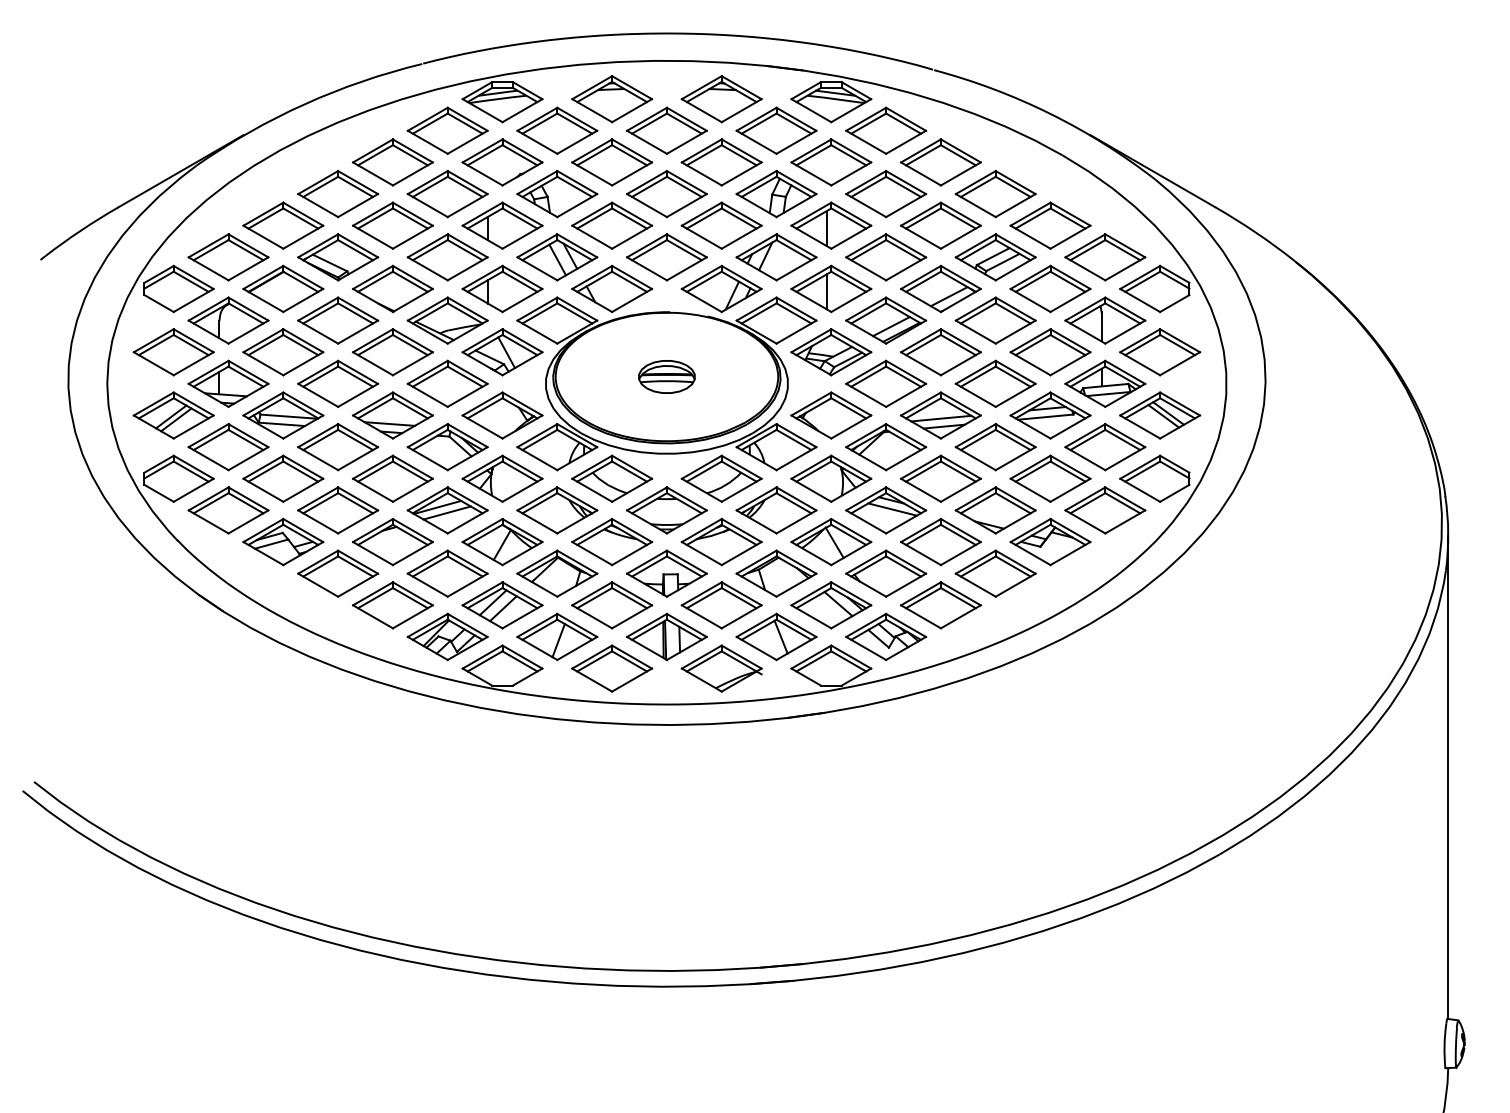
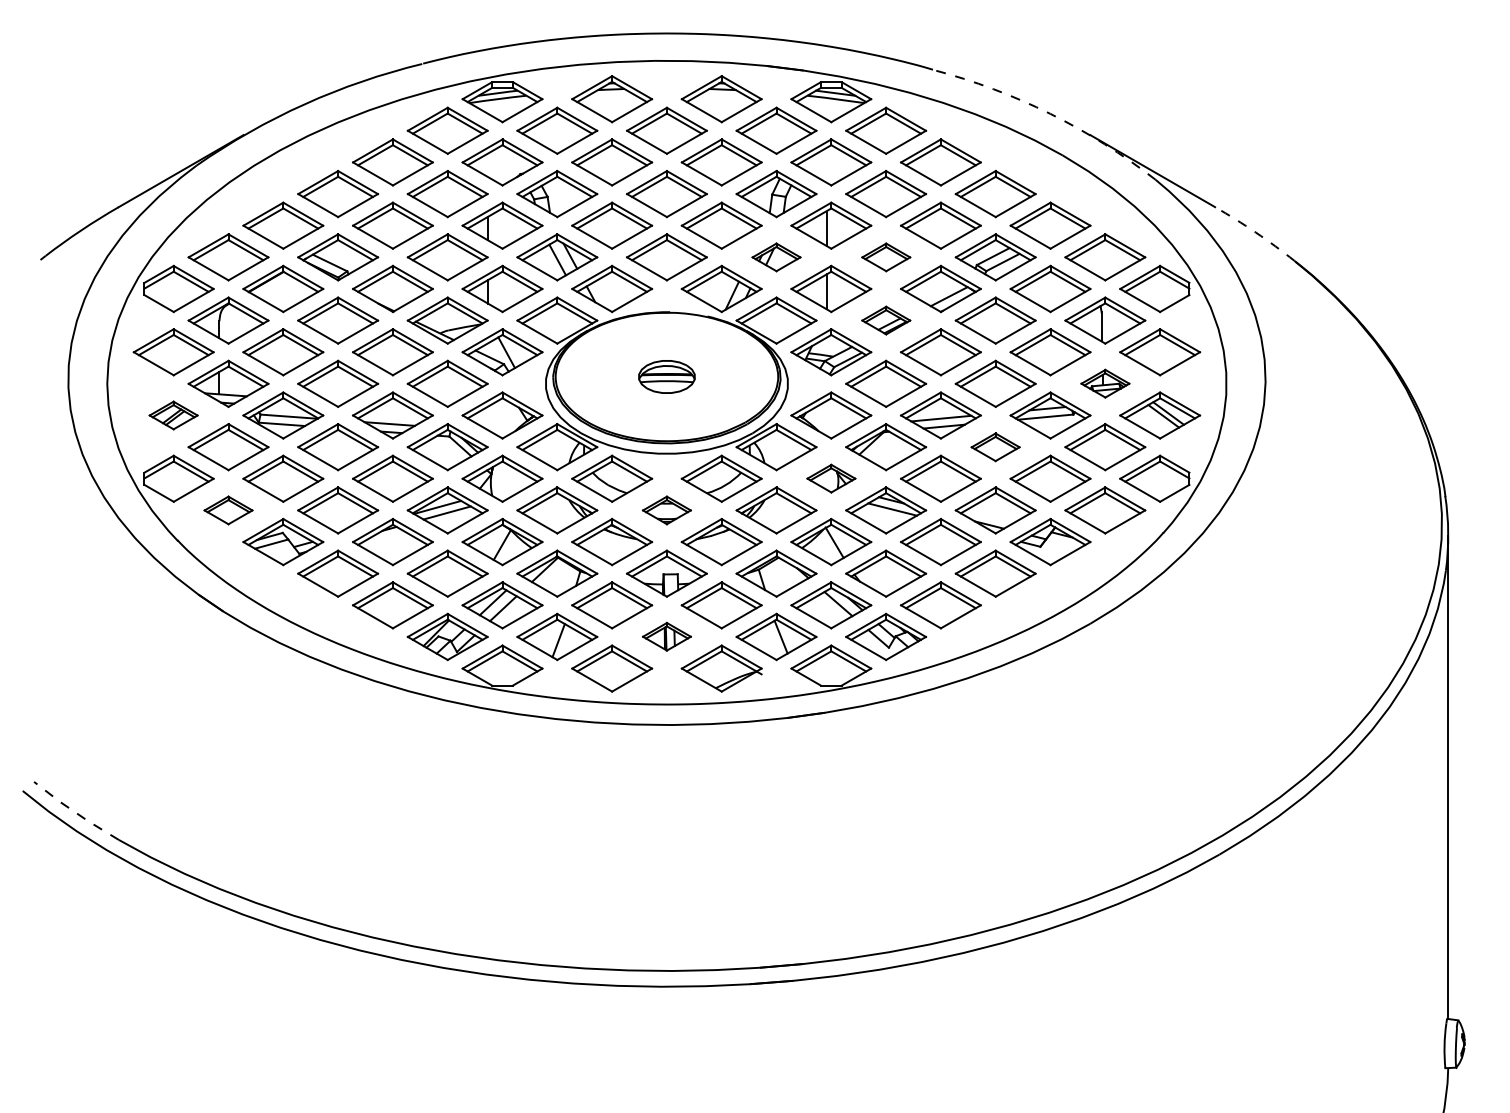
arc at (1050, 113): solid -> dashed
arc at (1255, 232): solid -> dashed
part at (776, 257) size: 83x49 px -> 51x31 px
part at (886, 257) size: 83x49 px -> 51x31 px
part at (886, 320) size: 83x49 px -> 51x31 px
part at (1105, 383) size: 83x49 px -> 51x31 px
part at (173, 415) size: 83x49 px -> 51x31 px
part at (995, 447) size: 83x49 px -> 51x31 px
part at (831, 478) size: 83x49 px -> 51x31 px
part at (228, 510) size: 83x49 px -> 51x31 px
part at (666, 510) size: 82x49 px -> 51x31 px
part at (666, 636) size: 82x49 px -> 50x31 px
line at (74, 812): solid -> dashed
